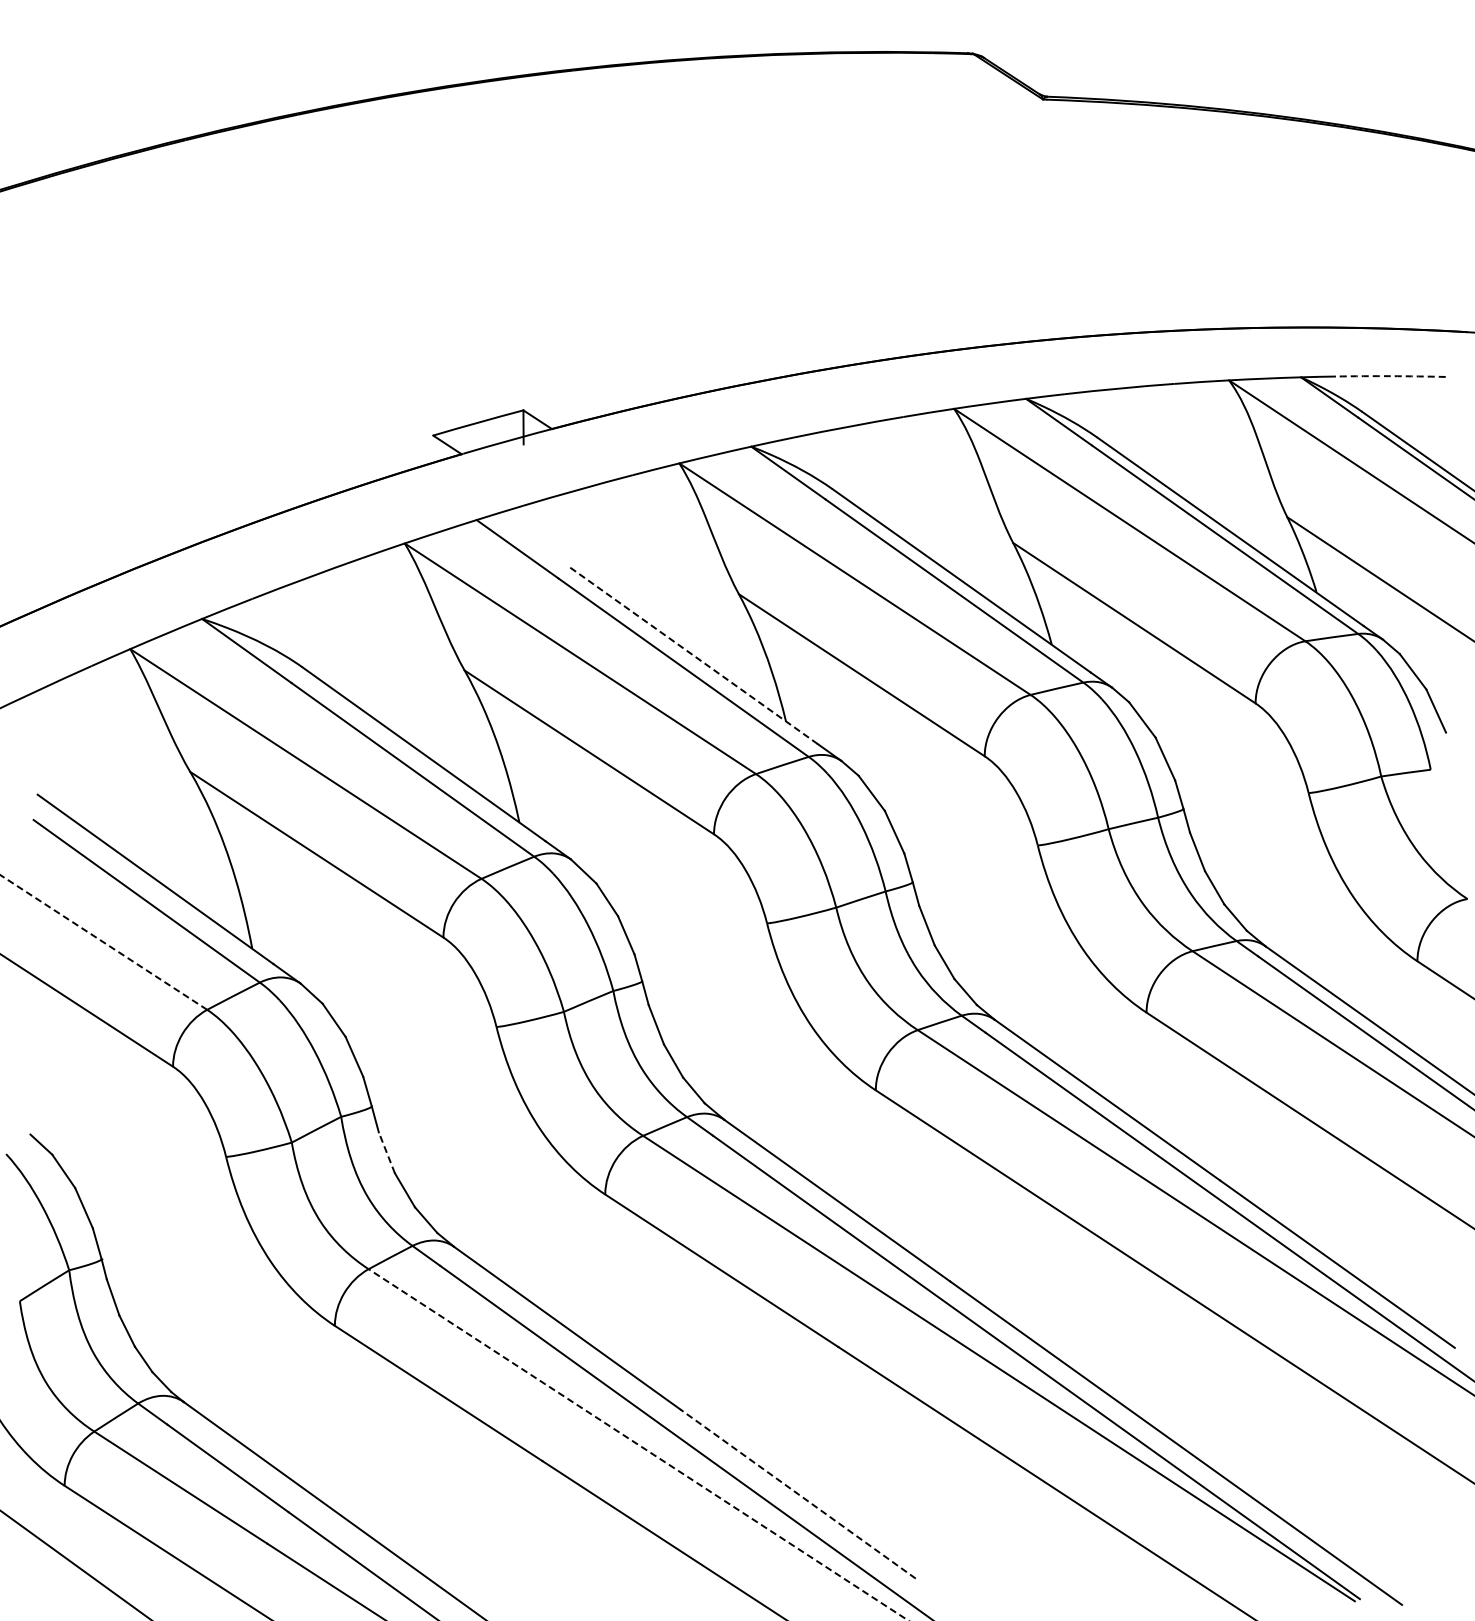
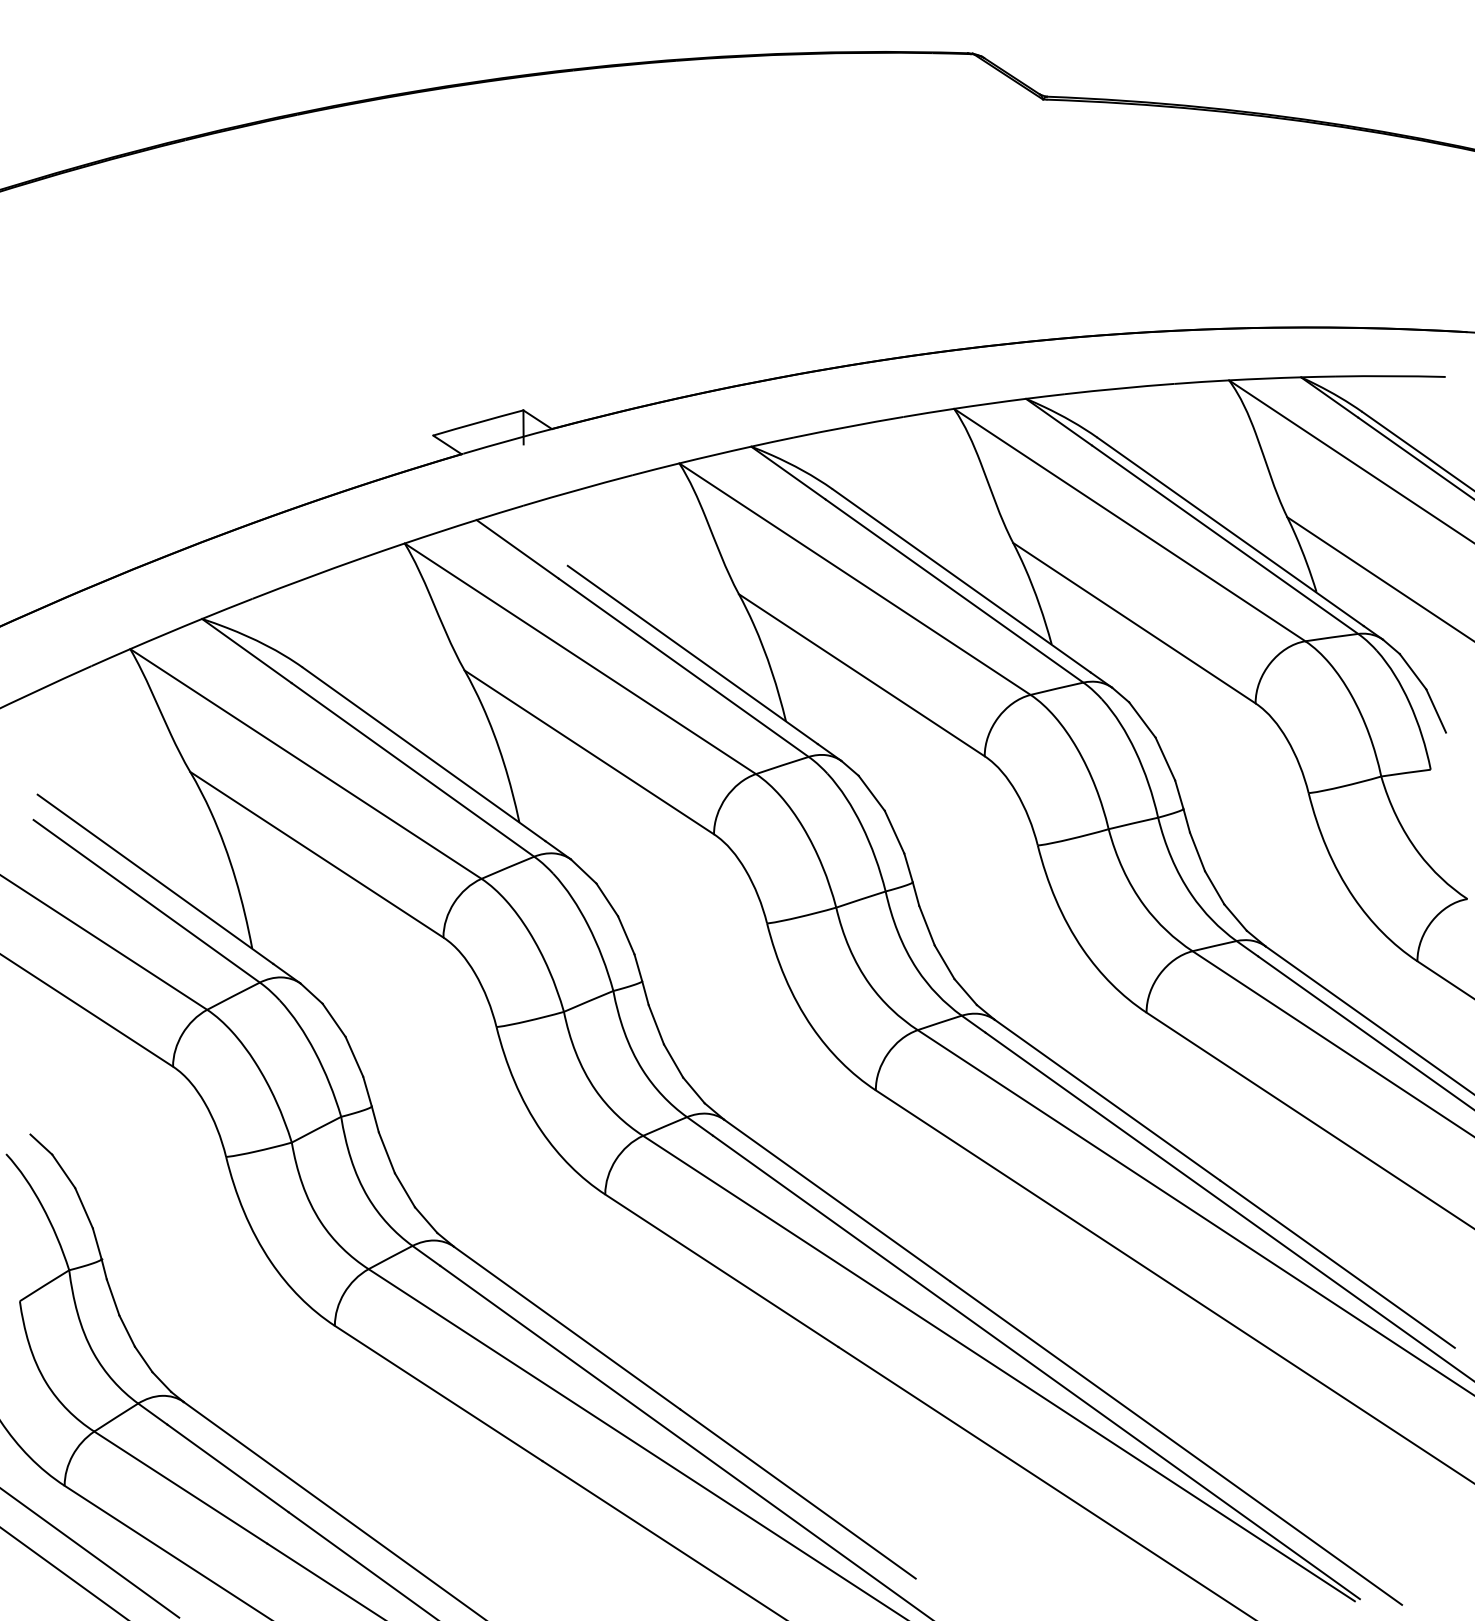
arc at (1390, 376): dashed -> solid
line at (692, 655): dashed -> solid
line at (103, 942): dashed -> solid
line at (386, 1152): dashed -> solid
line at (638, 1444): dashed -> solid
line at (798, 1494): dashed -> solid
line at (90, 1553): none -> present
line at (75, 1564) position: (75, 1564) -> (63, 1572)
